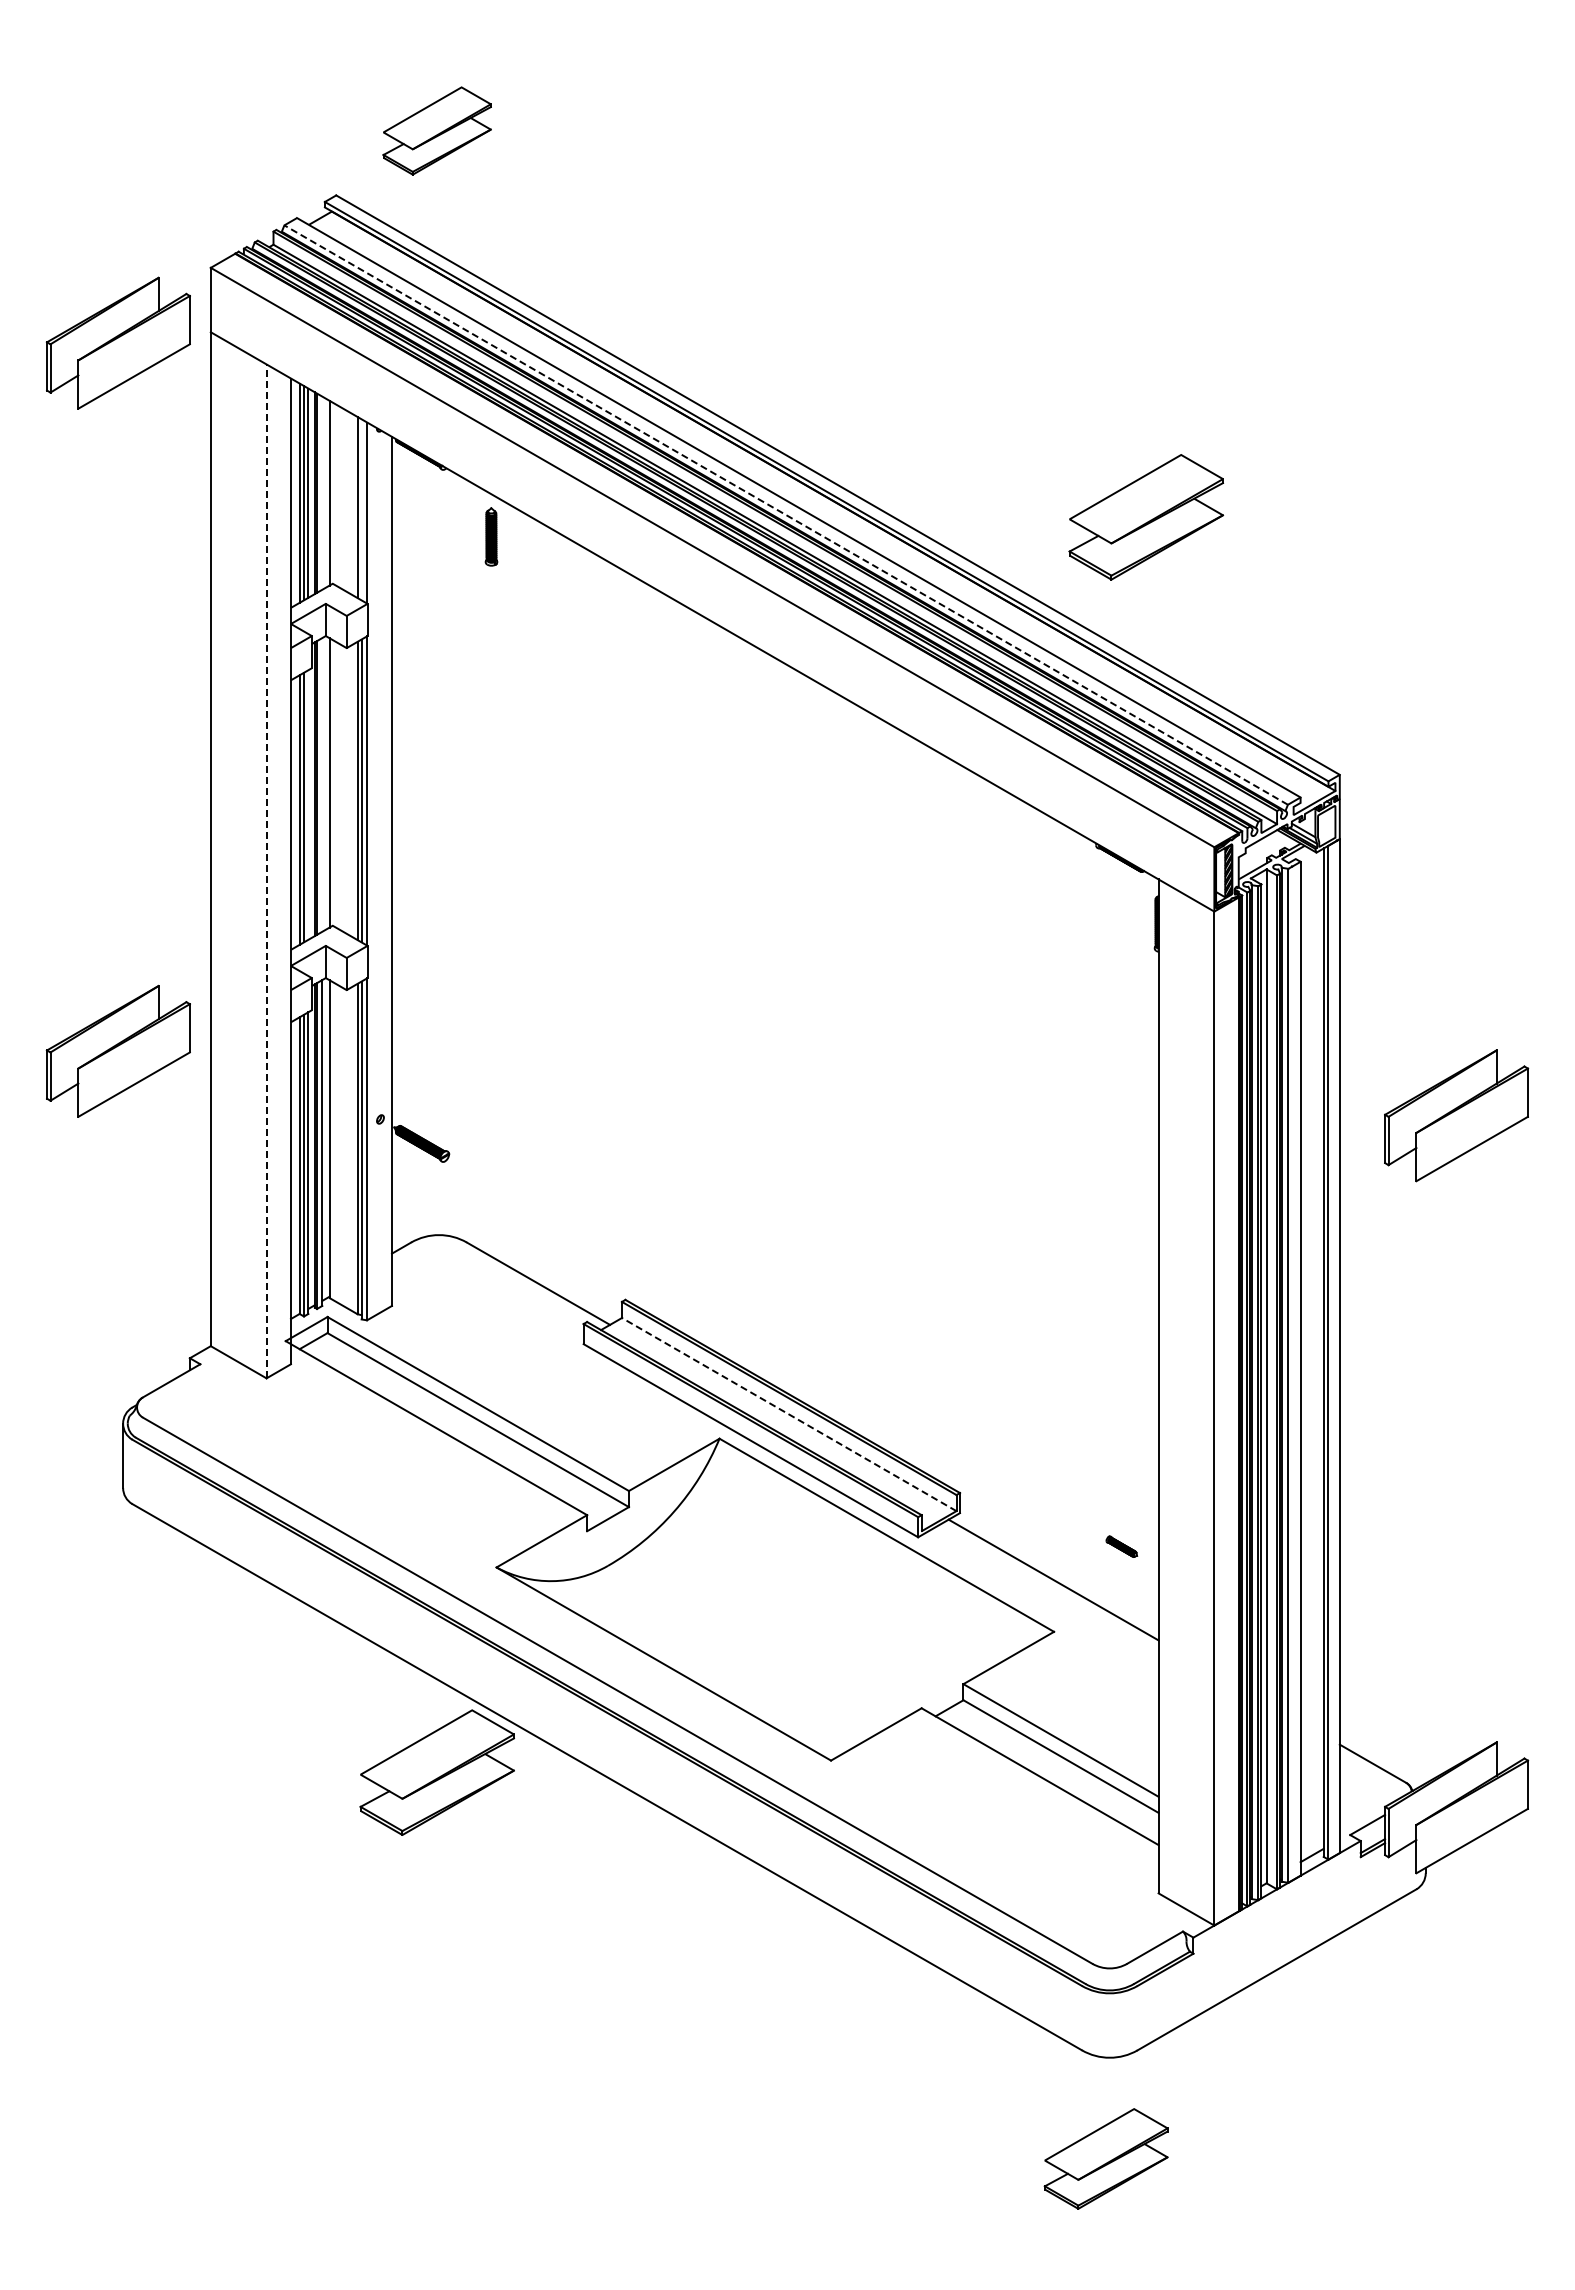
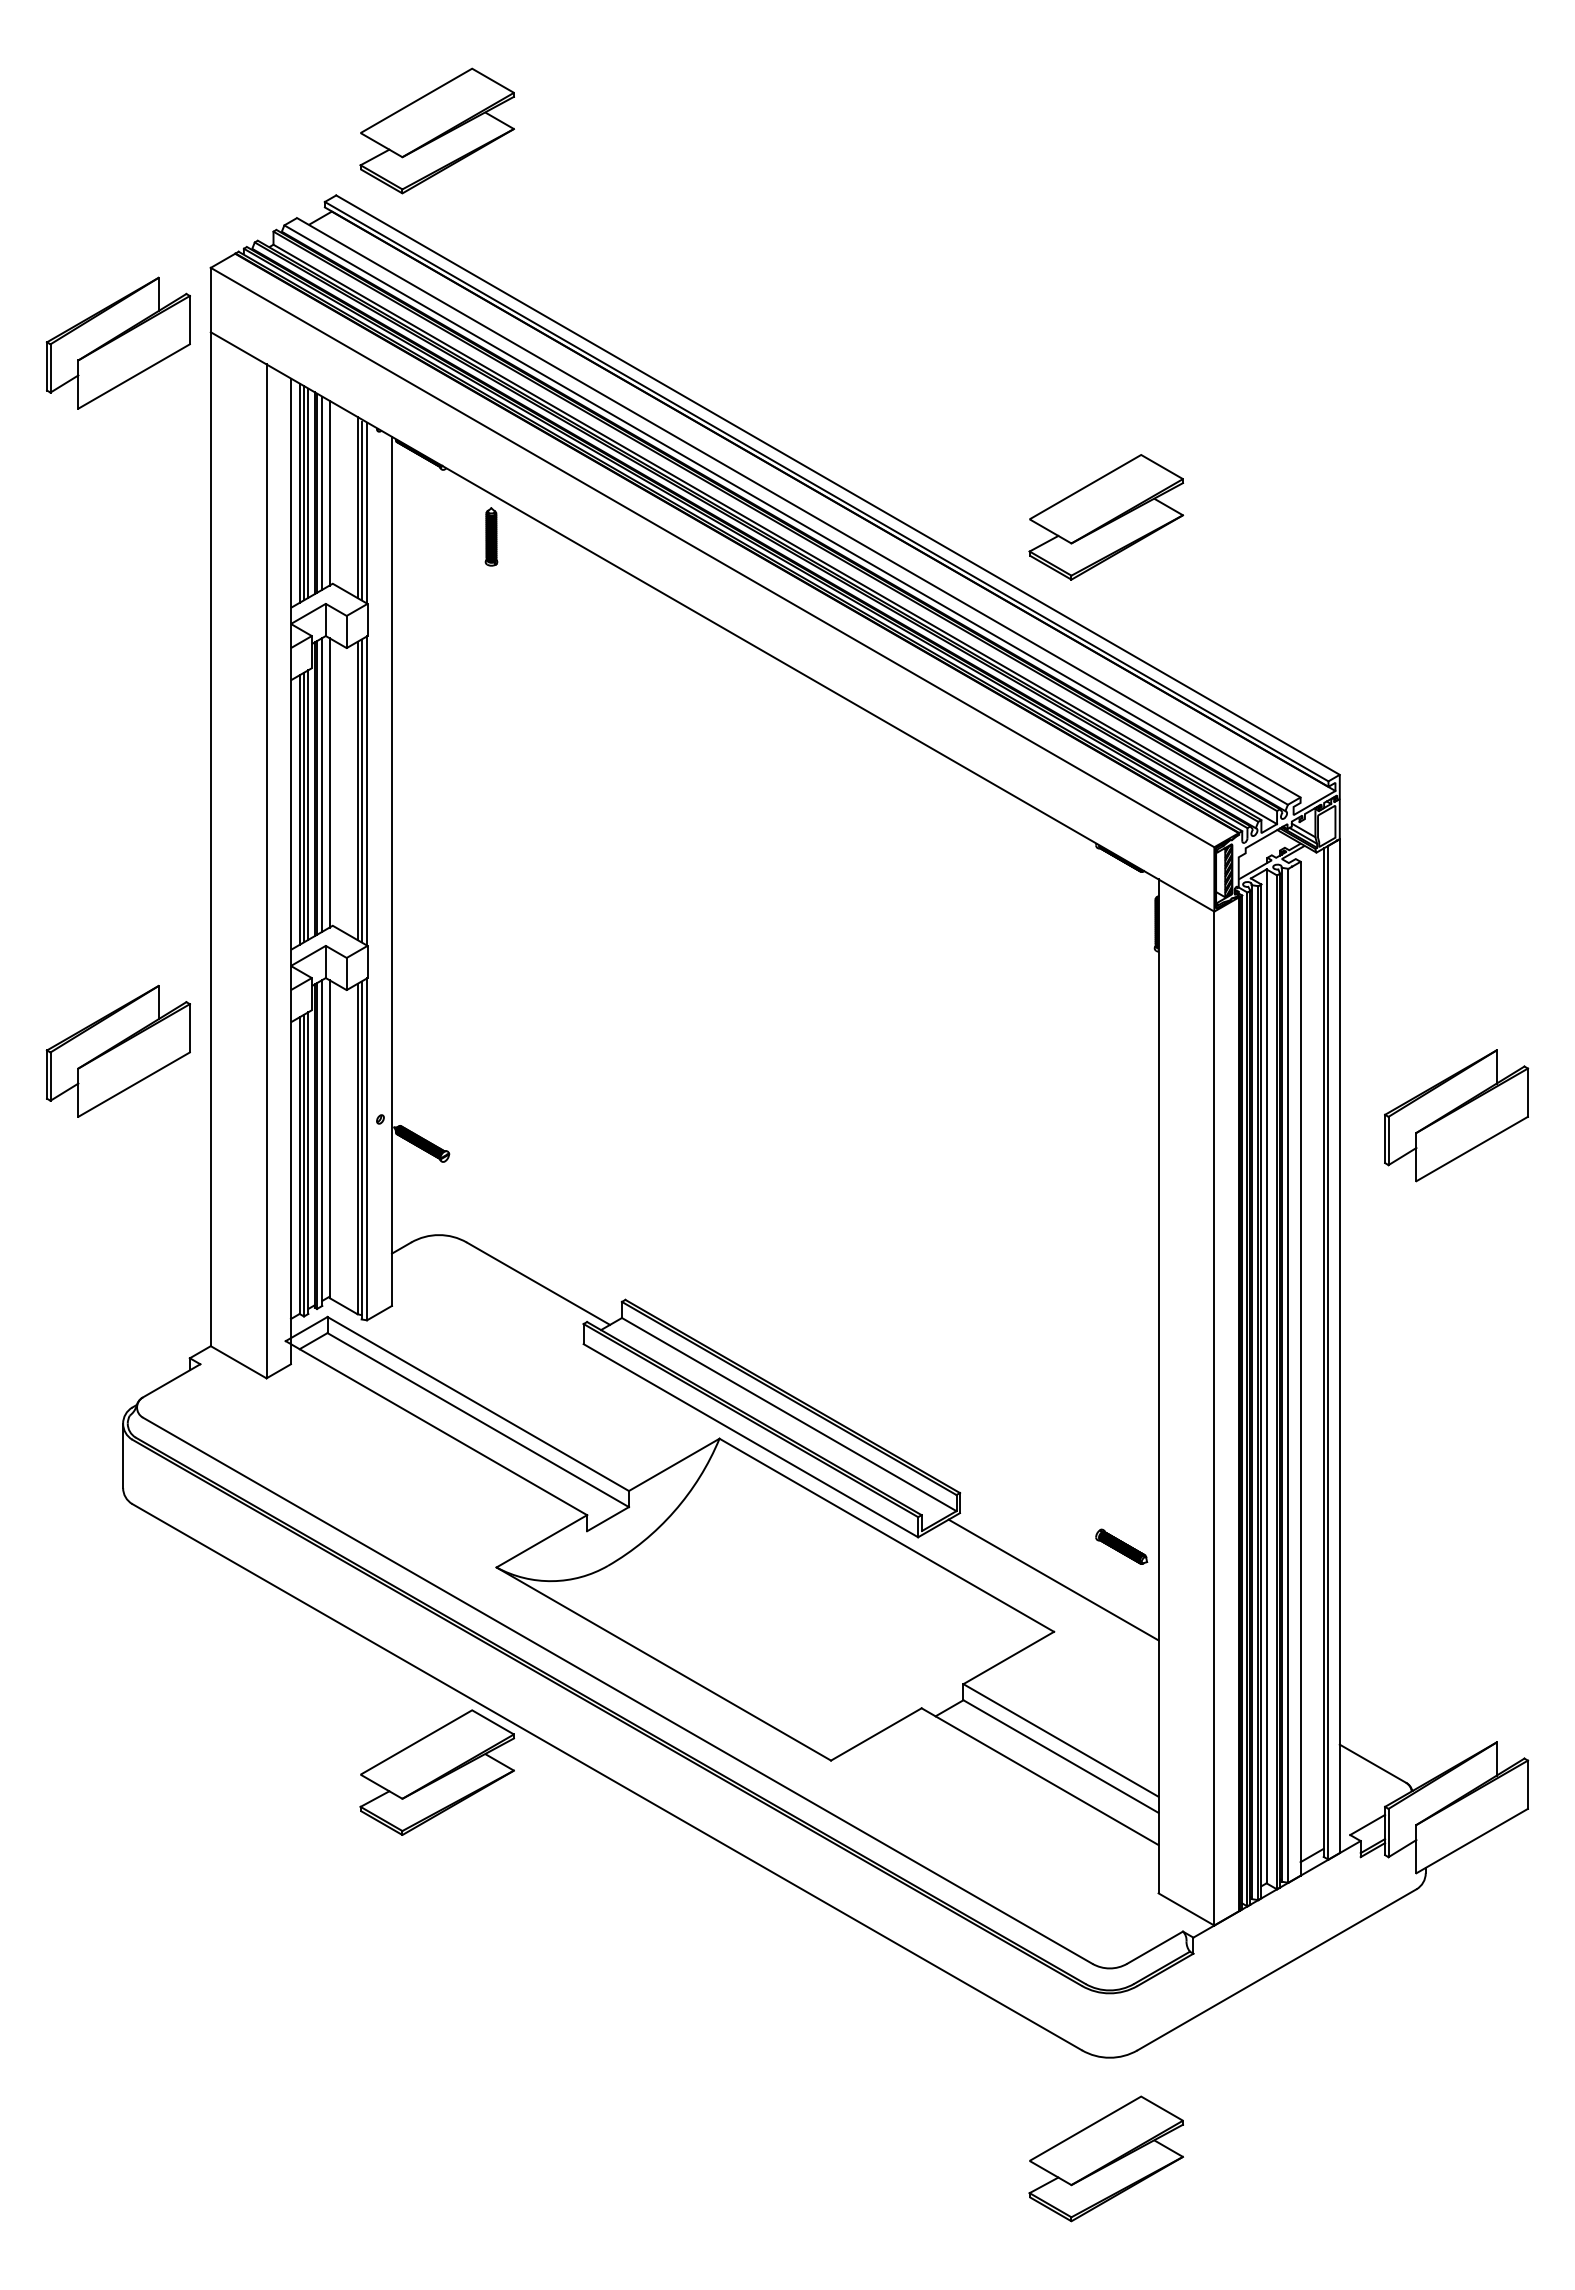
part at (436, 130) size: 110x90 px -> 156x128 px
line at (322, 492): none -> present
line at (361, 511): none -> present
line at (785, 514): dashed -> solid
part at (1146, 517) position: (1146, 517) -> (1106, 517)
line at (322, 784): none -> present
line at (308, 804): none -> present
line at (266, 871): dashed -> solid
line at (788, 1414): dashed -> solid
part at (1121, 1546) size: 34x23 px -> 54x37 px
part at (1105, 2158) size: 126x102 px -> 156x128 px
